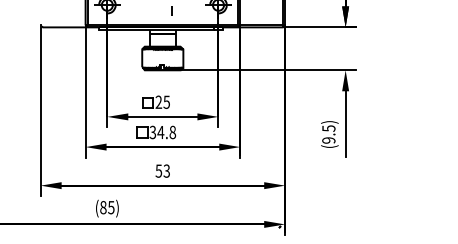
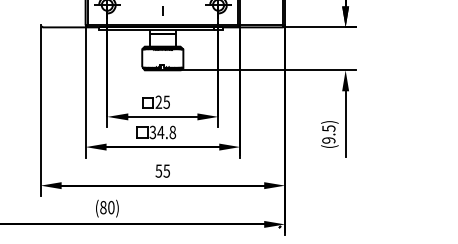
line at (171, 10) position: (171, 10) -> (162, 10)
text at (166, 170): 53 -> 55
text at (111, 207): (85) -> (80)
